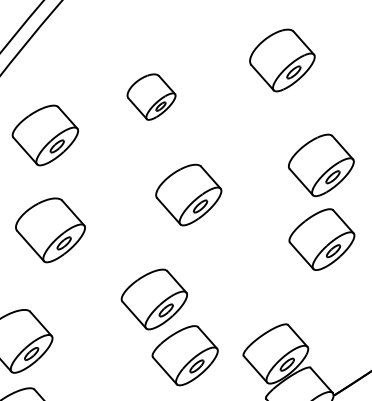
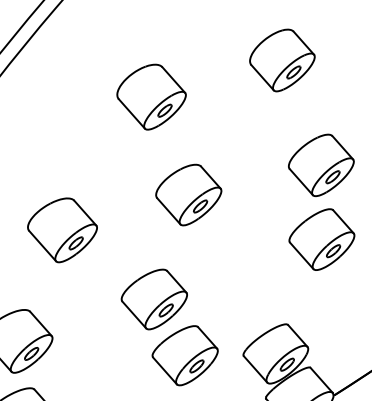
part at (151, 96) size: 51x48 px -> 71x68 px
part at (44, 135): present -> none
part at (50, 230) position: (50, 230) -> (62, 230)
